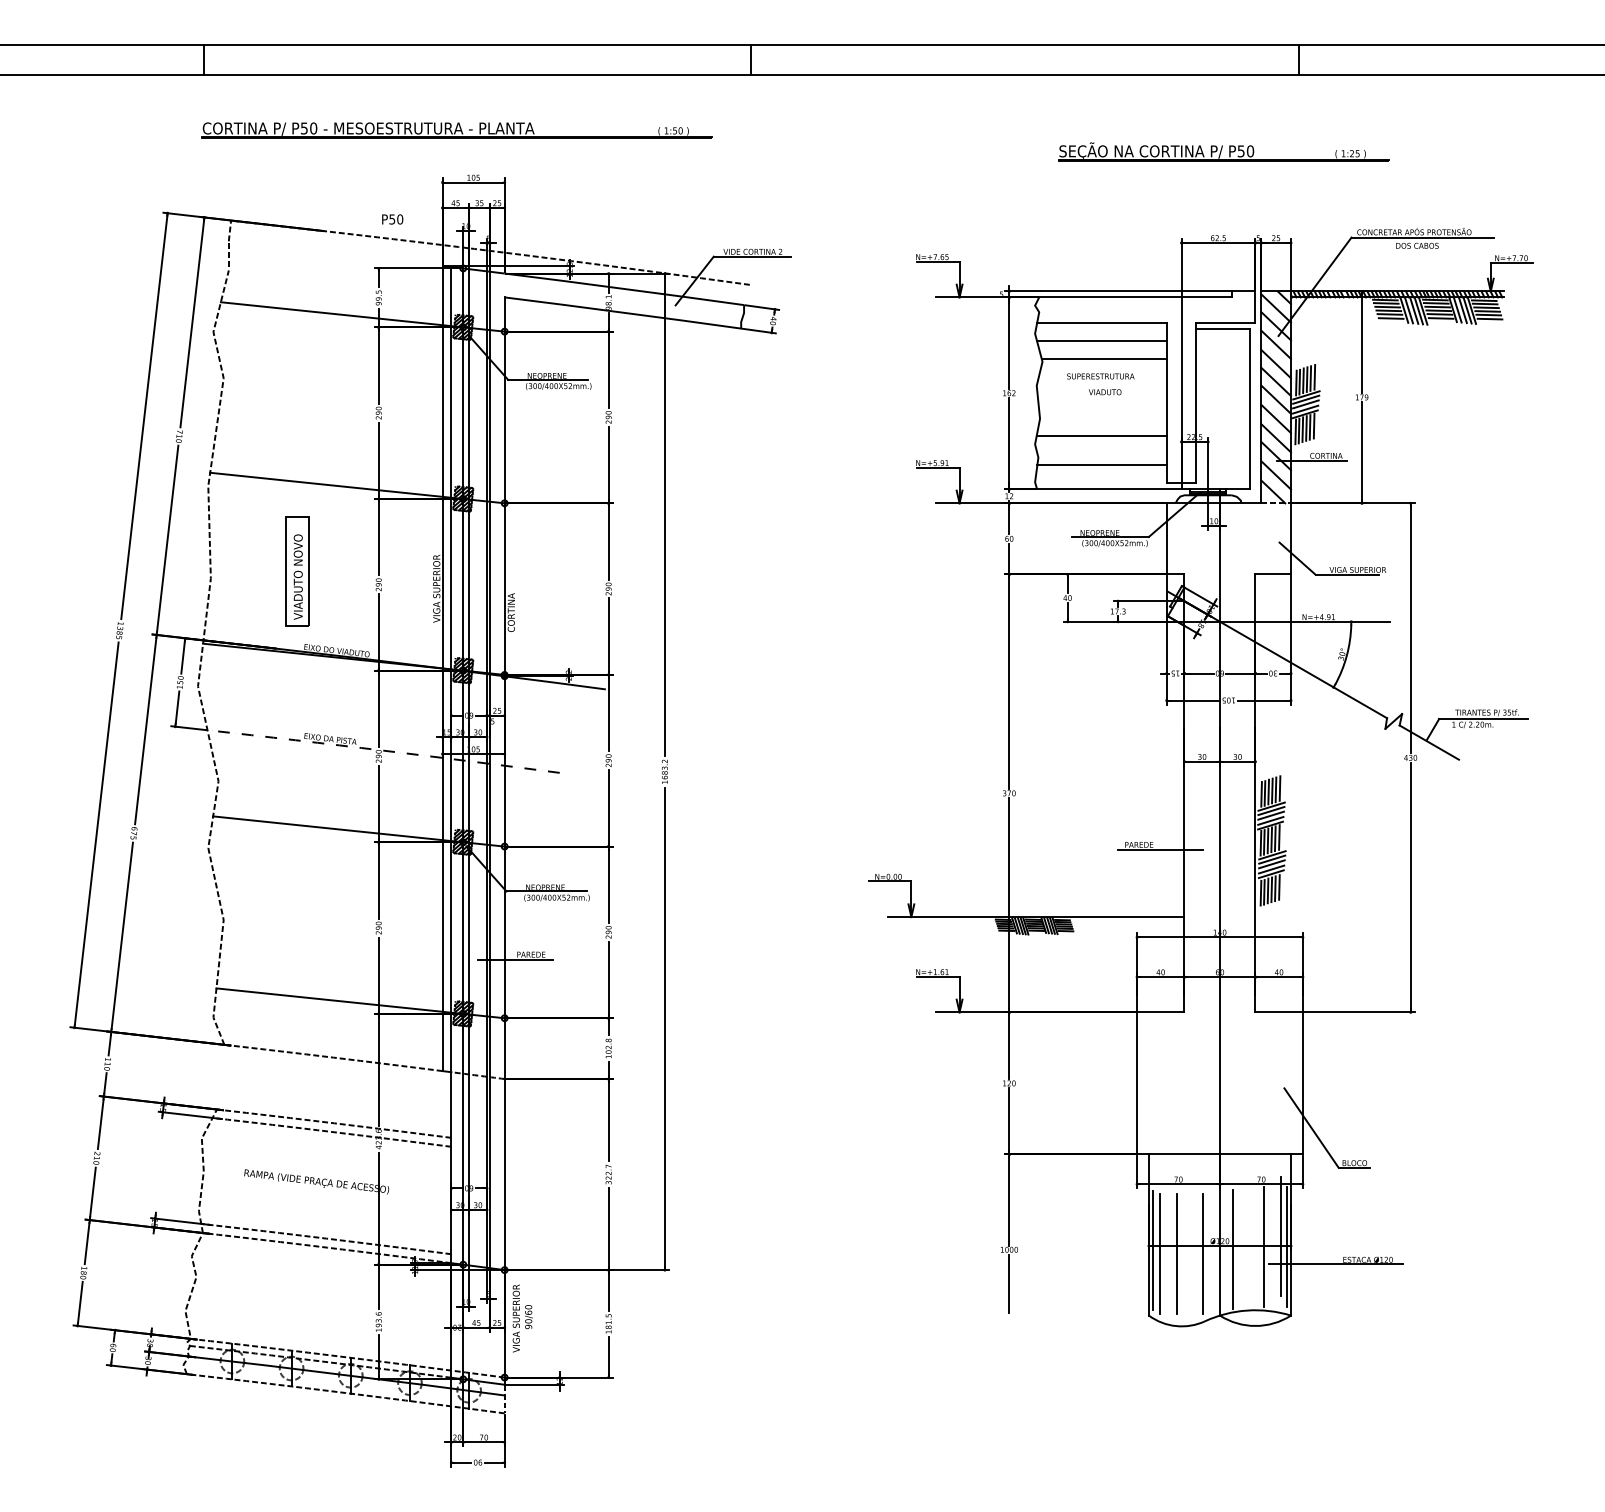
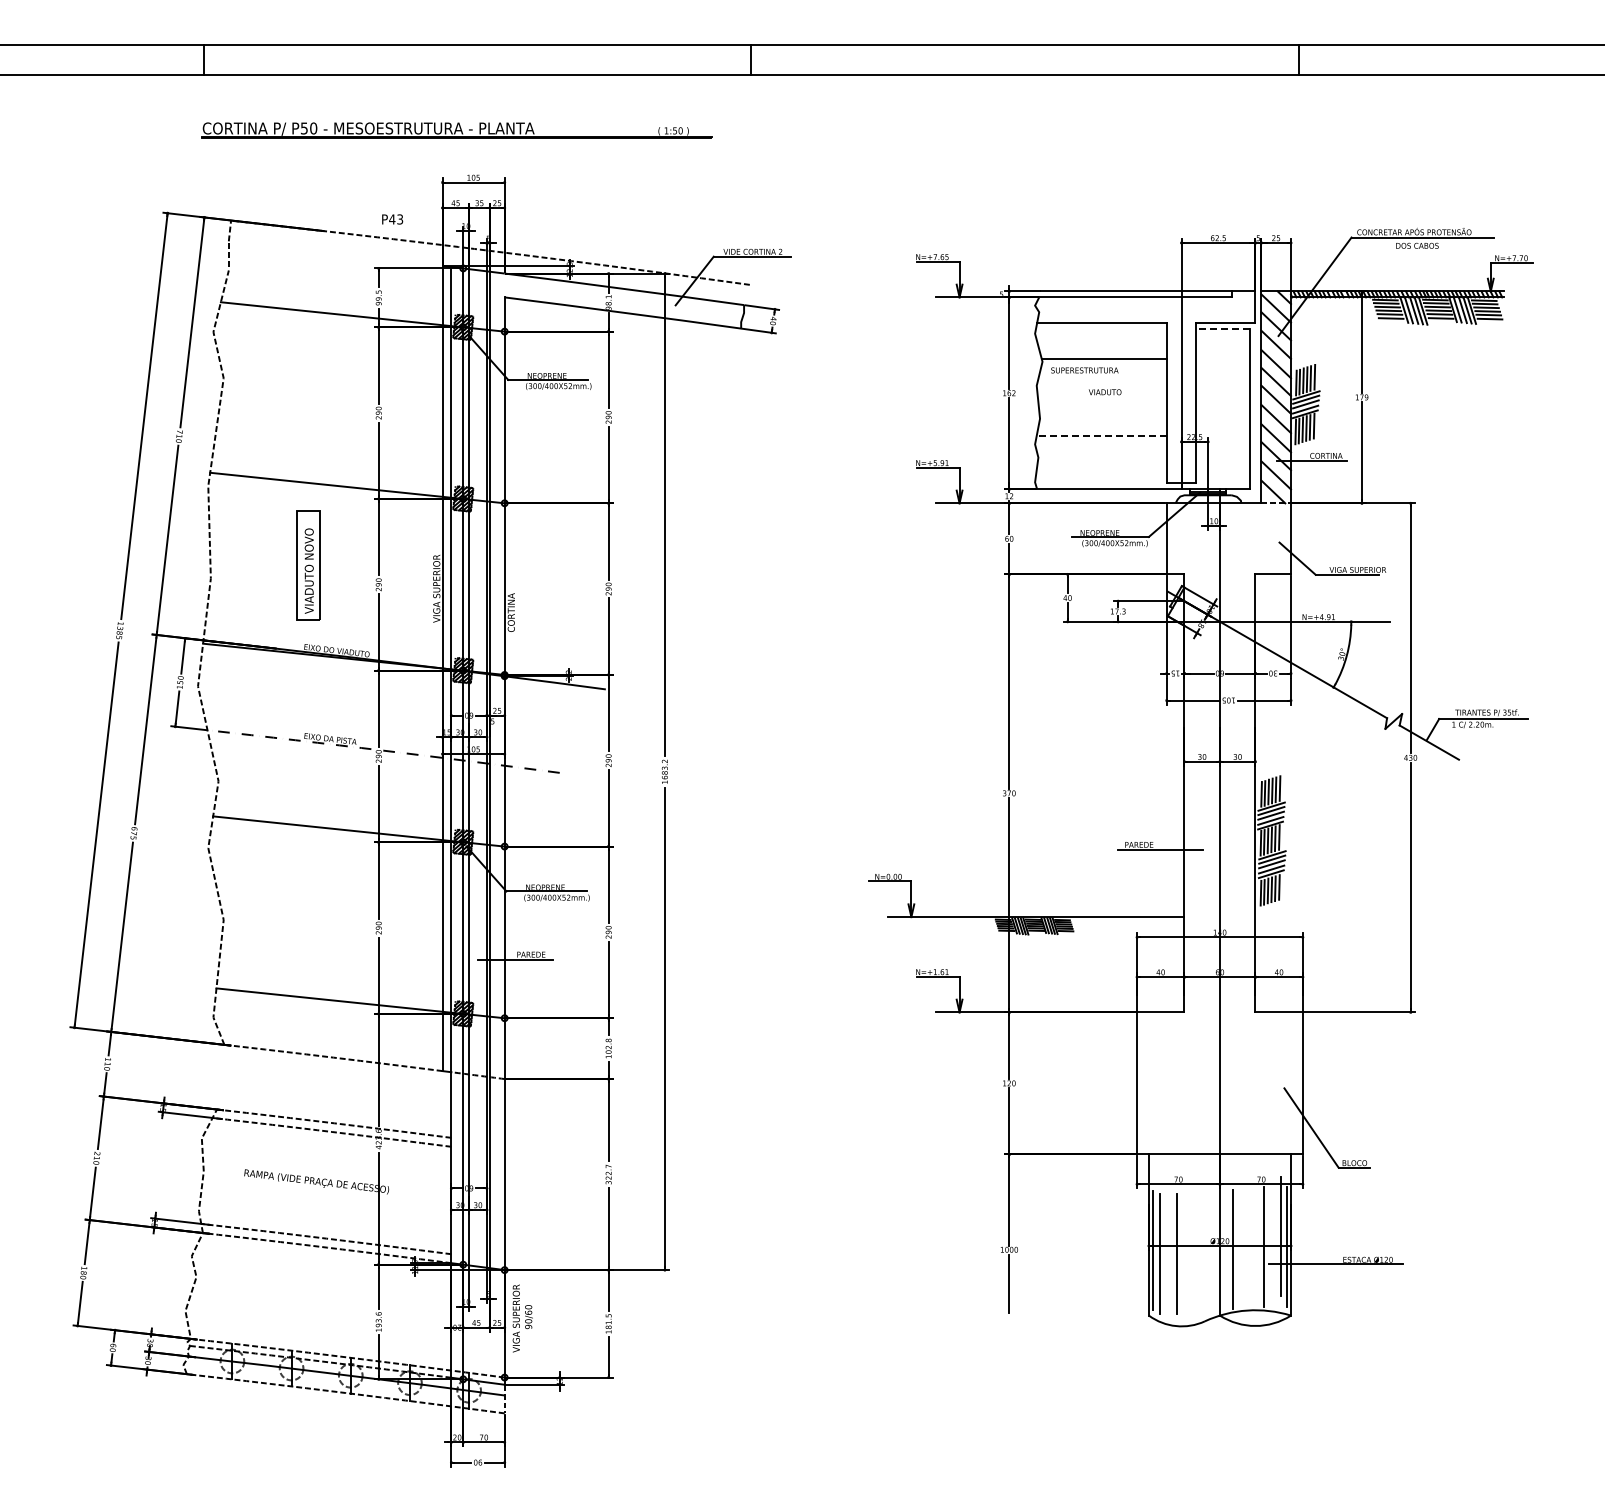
part at (1223, 151): present -> none
text at (396, 219): P50 -> P43
line at (1222, 329): solid -> dashed
line at (1101, 341): present -> none
text at (1100, 376) position: (1100, 376) -> (1084, 370)
line at (1101, 435): solid -> dashed
line at (1101, 465): present -> none
part at (297, 571) position: (297, 571) -> (308, 565)
line at (1202, 1253): present -> none
